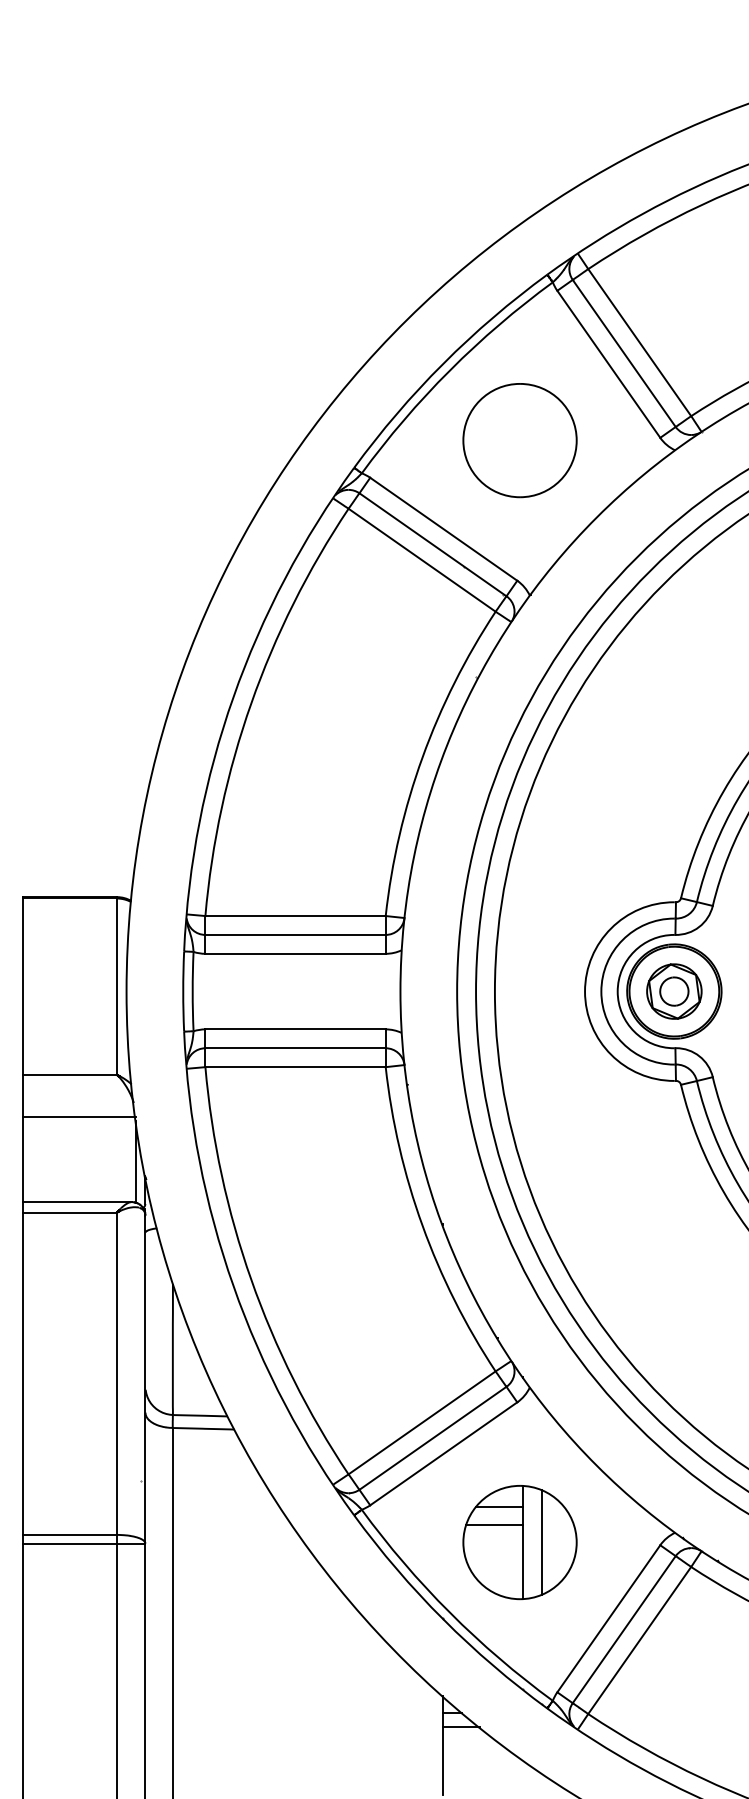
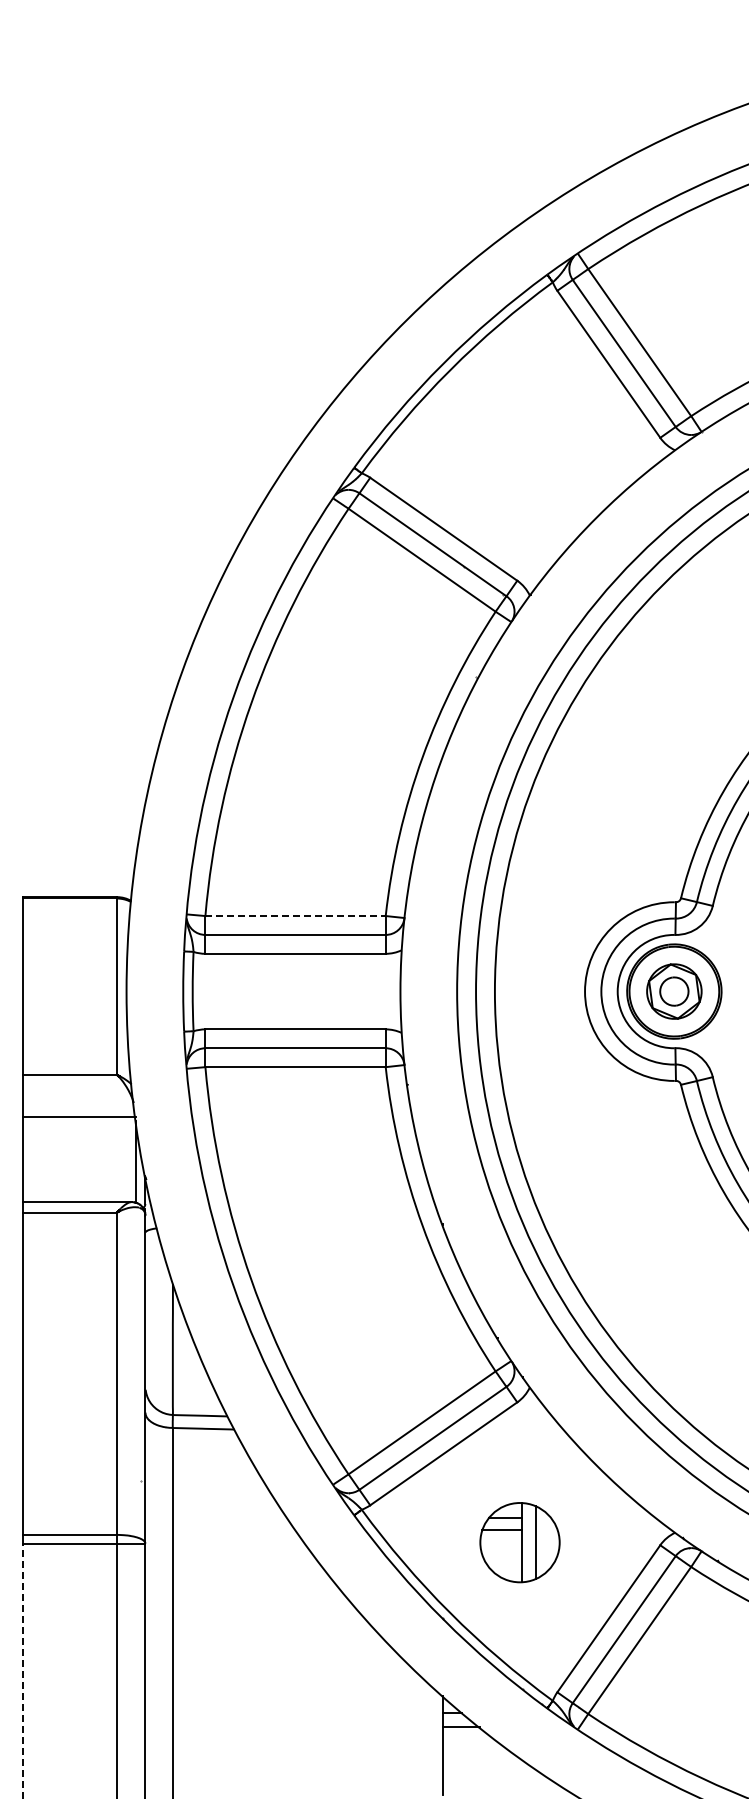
part at (519, 440): present -> none
line at (296, 916): solid -> dashed
part at (519, 1542) size: 116x116 px -> 82x82 px
line at (22, 1670): solid -> dashed
